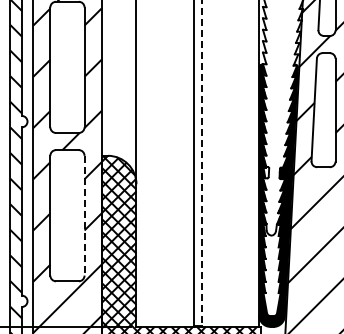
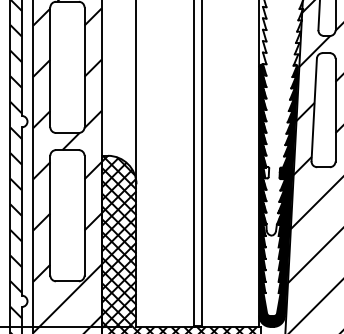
line at (202, 164): dashed -> solid
line at (84, 215): dashed -> solid
